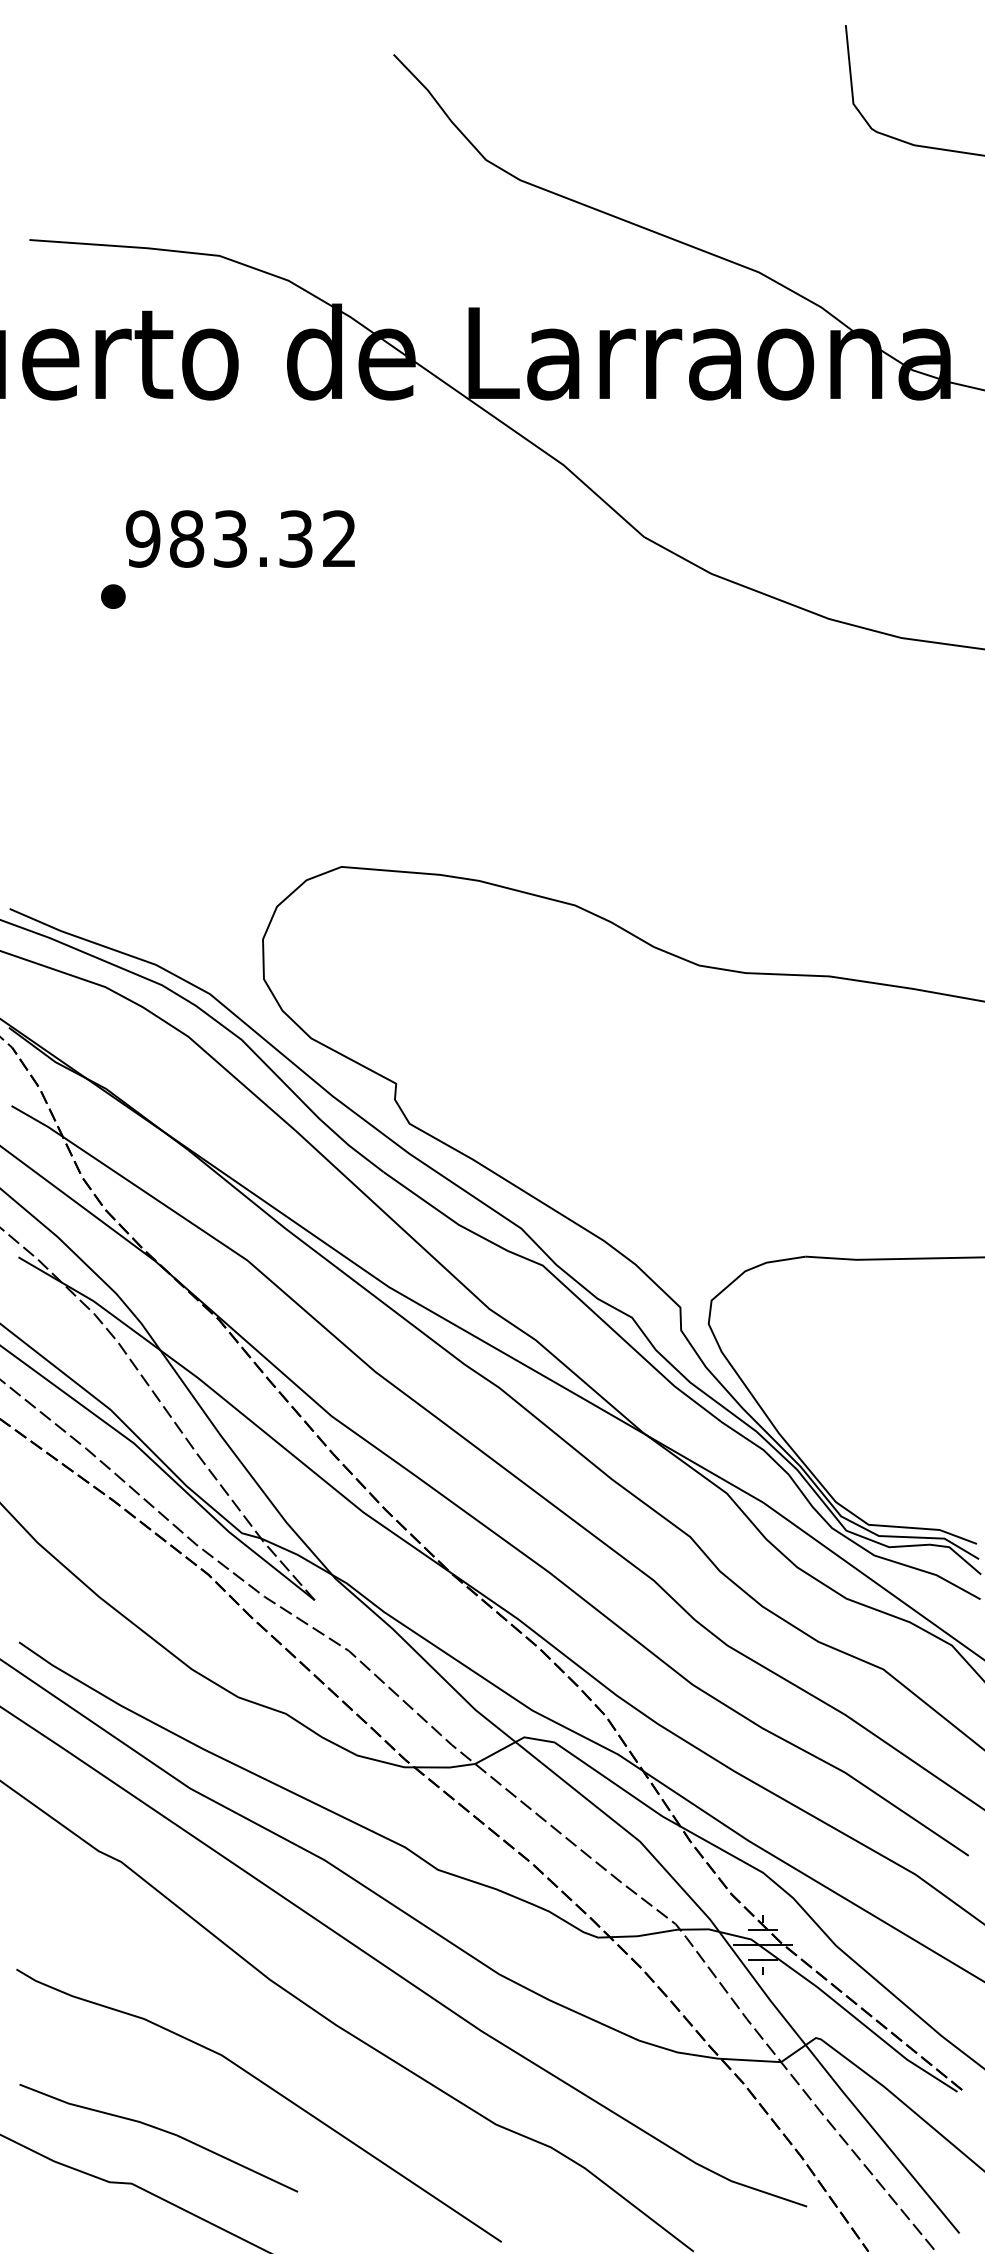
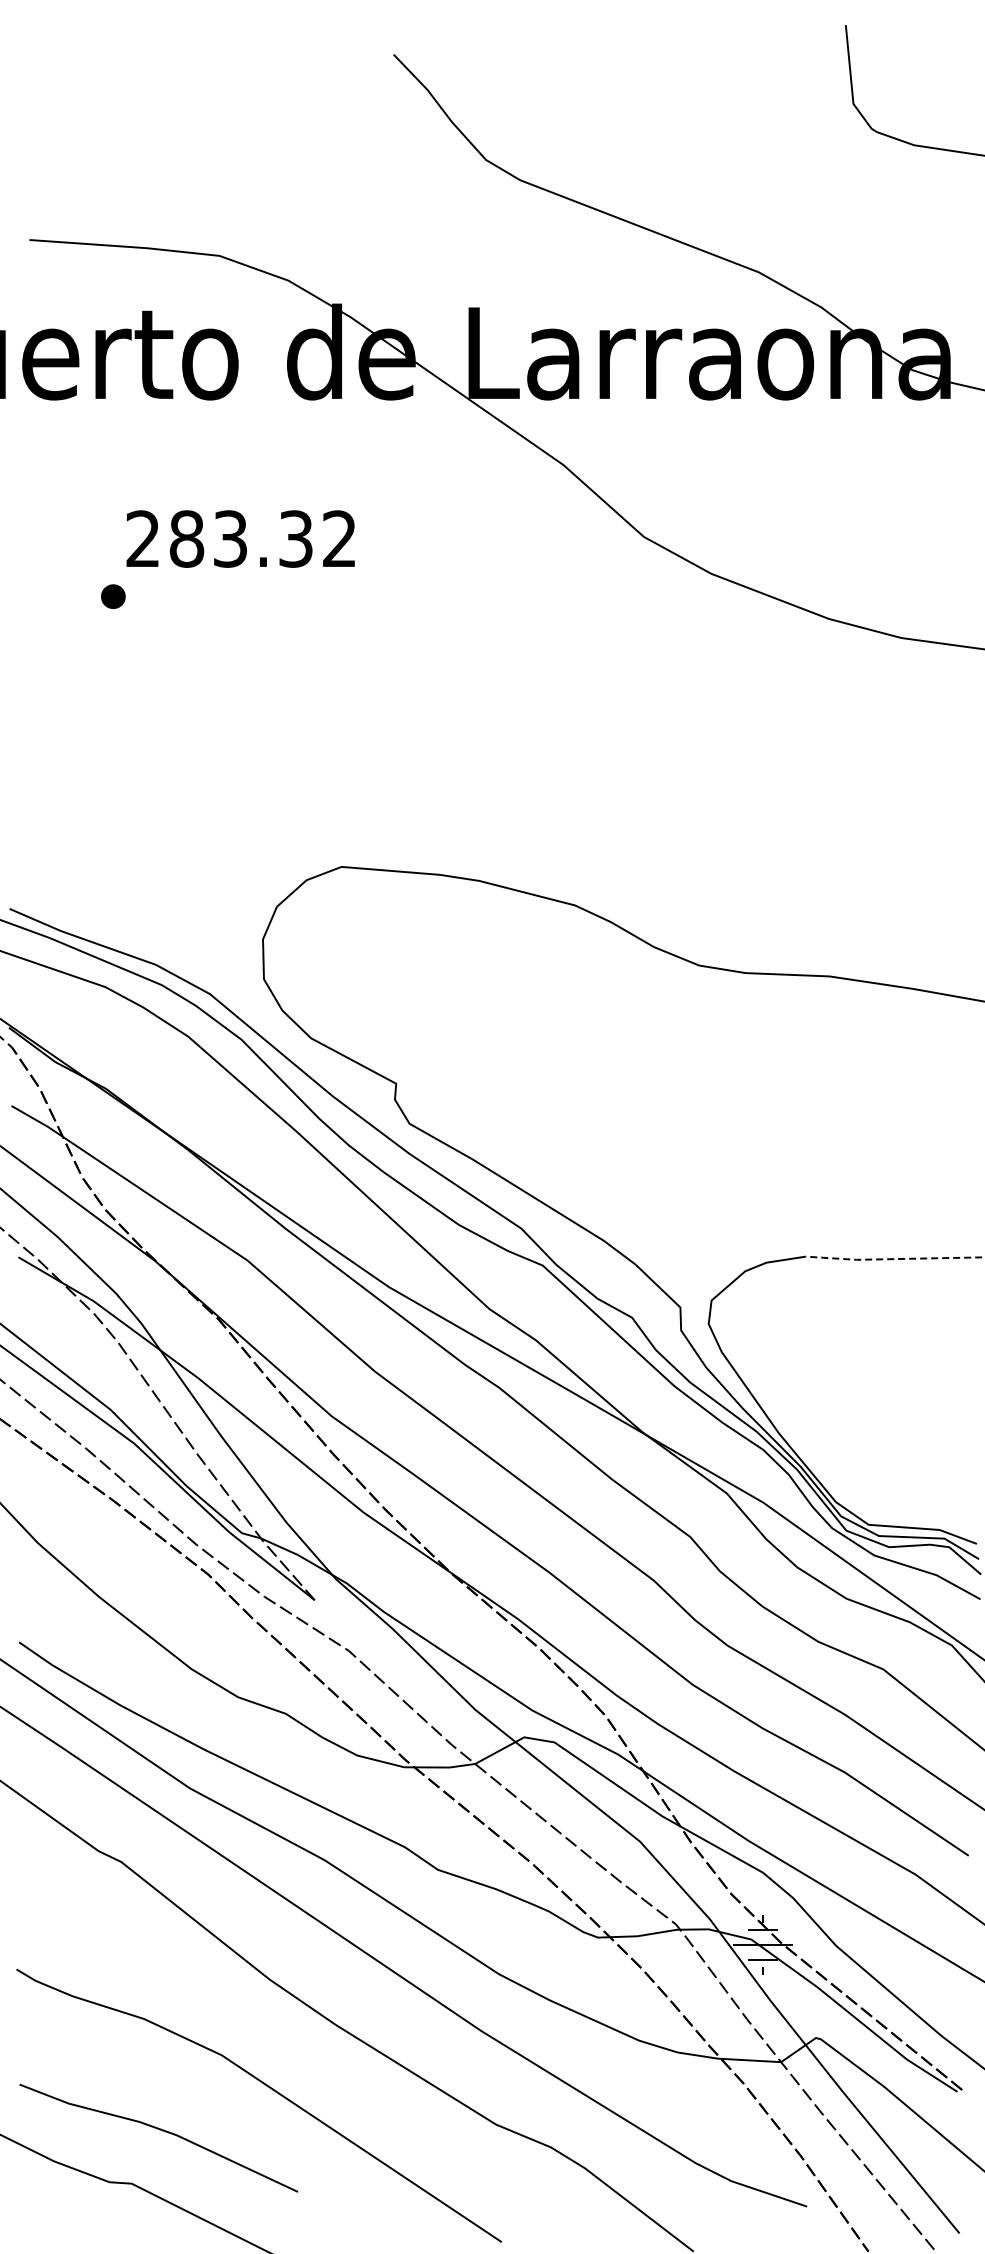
text at (142, 538): 983.32 -> 283.32
line at (894, 1259): solid -> dashed
